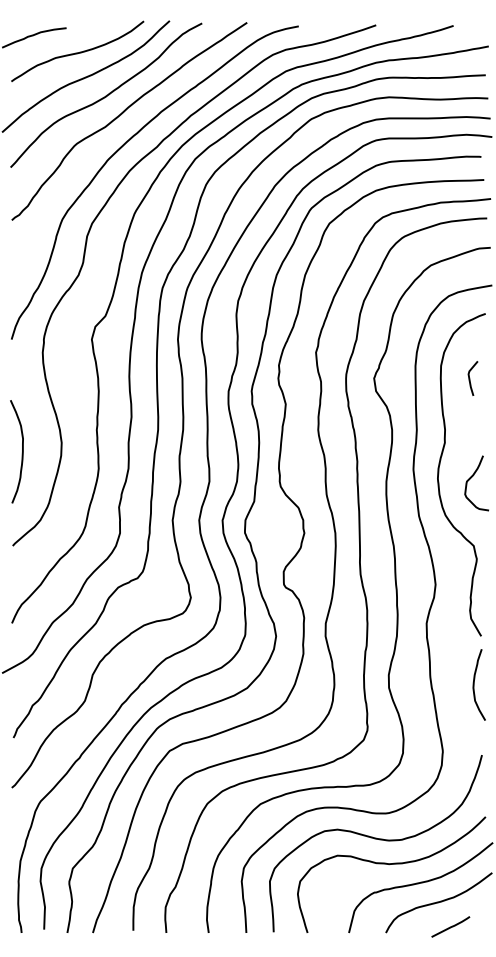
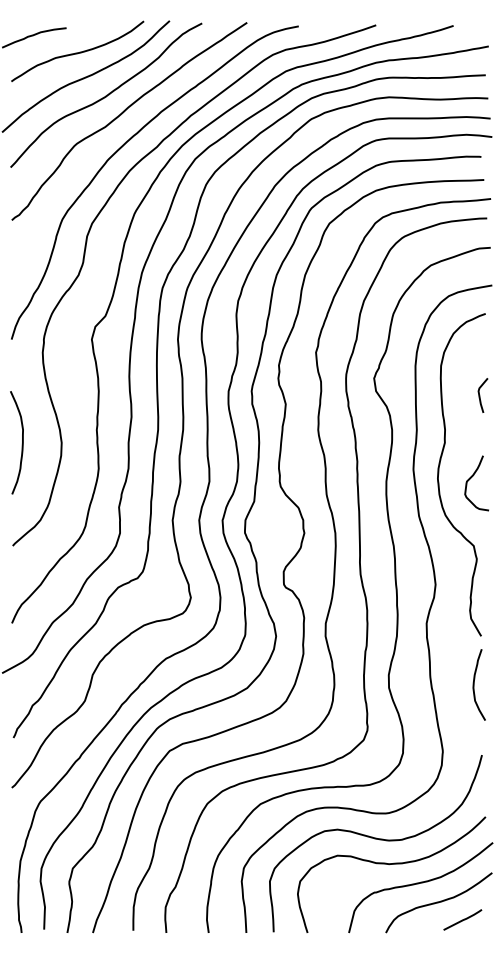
curve at (470, 378) position: (470, 378) -> (480, 395)
curve at (21, 453) position: (21, 453) -> (21, 444)
line at (450, 926) position: (450, 926) -> (462, 919)
